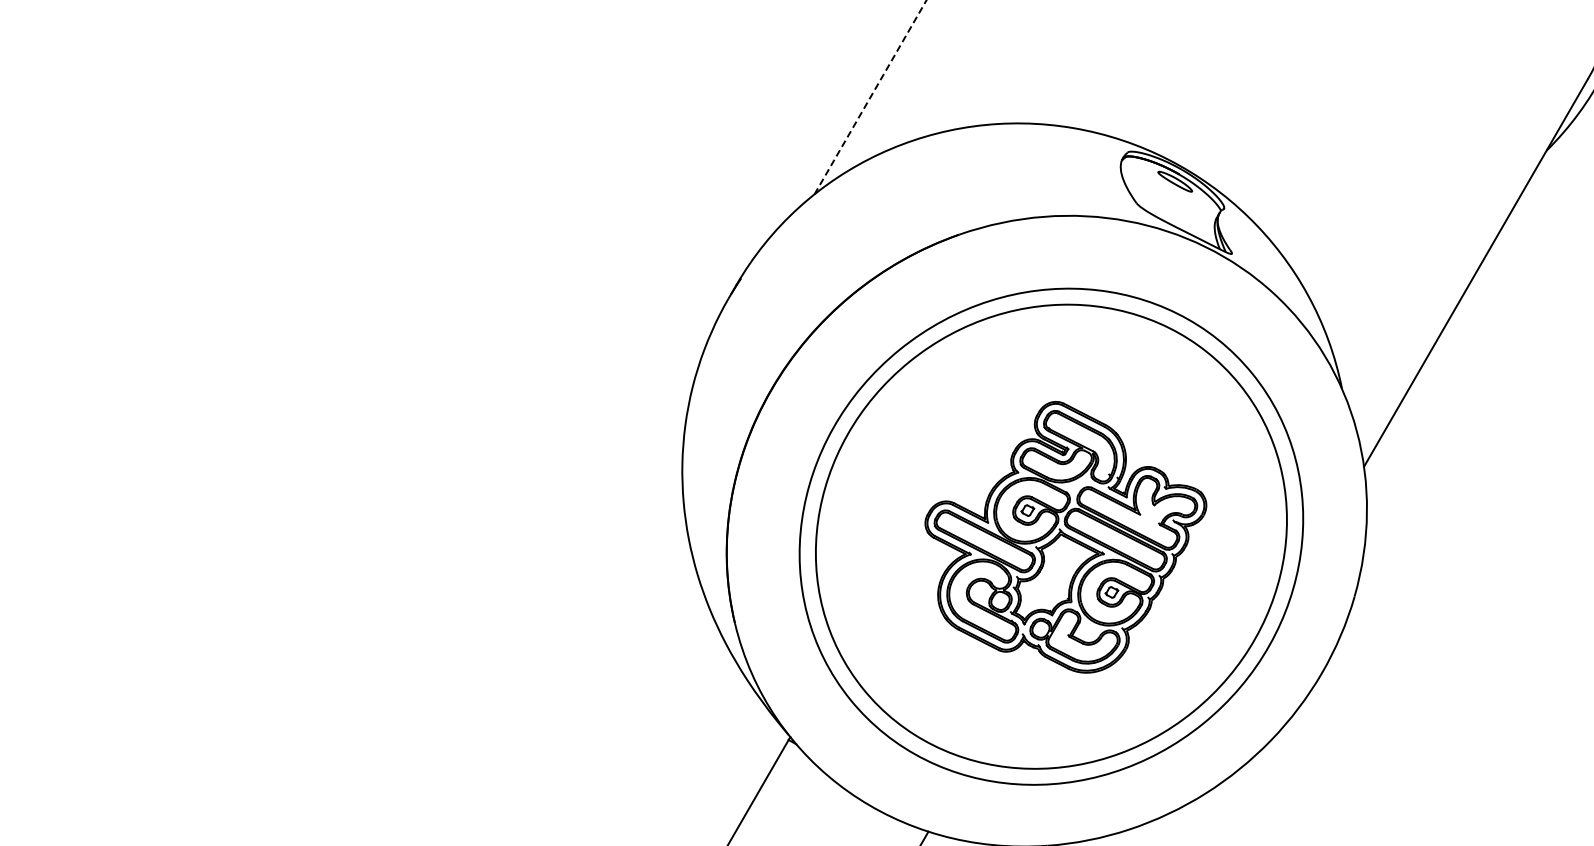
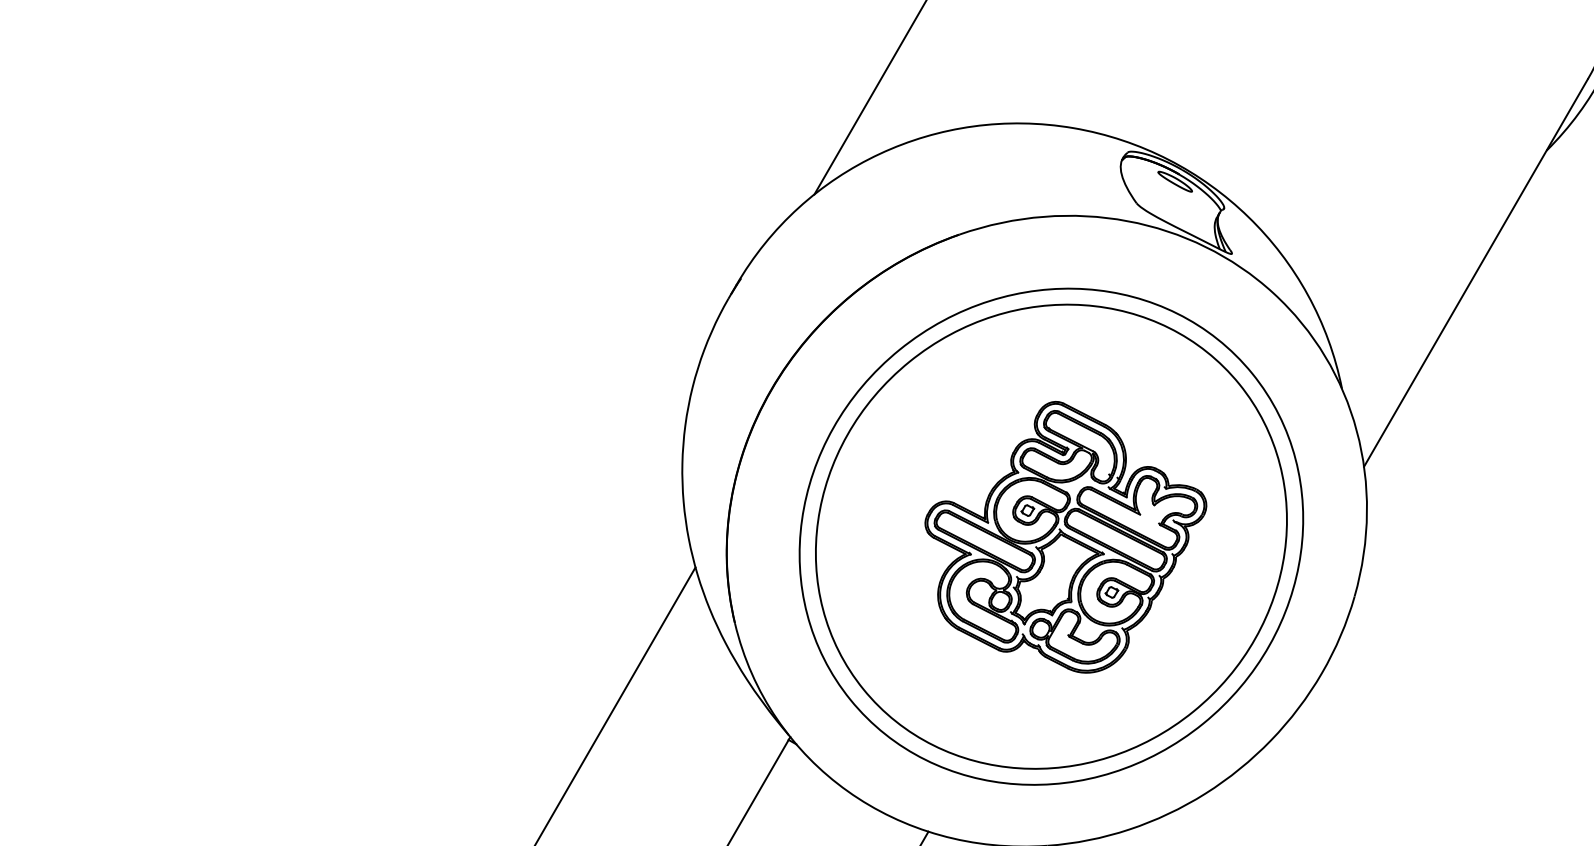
line at (870, 97): dashed -> solid
line at (615, 704): none -> present
